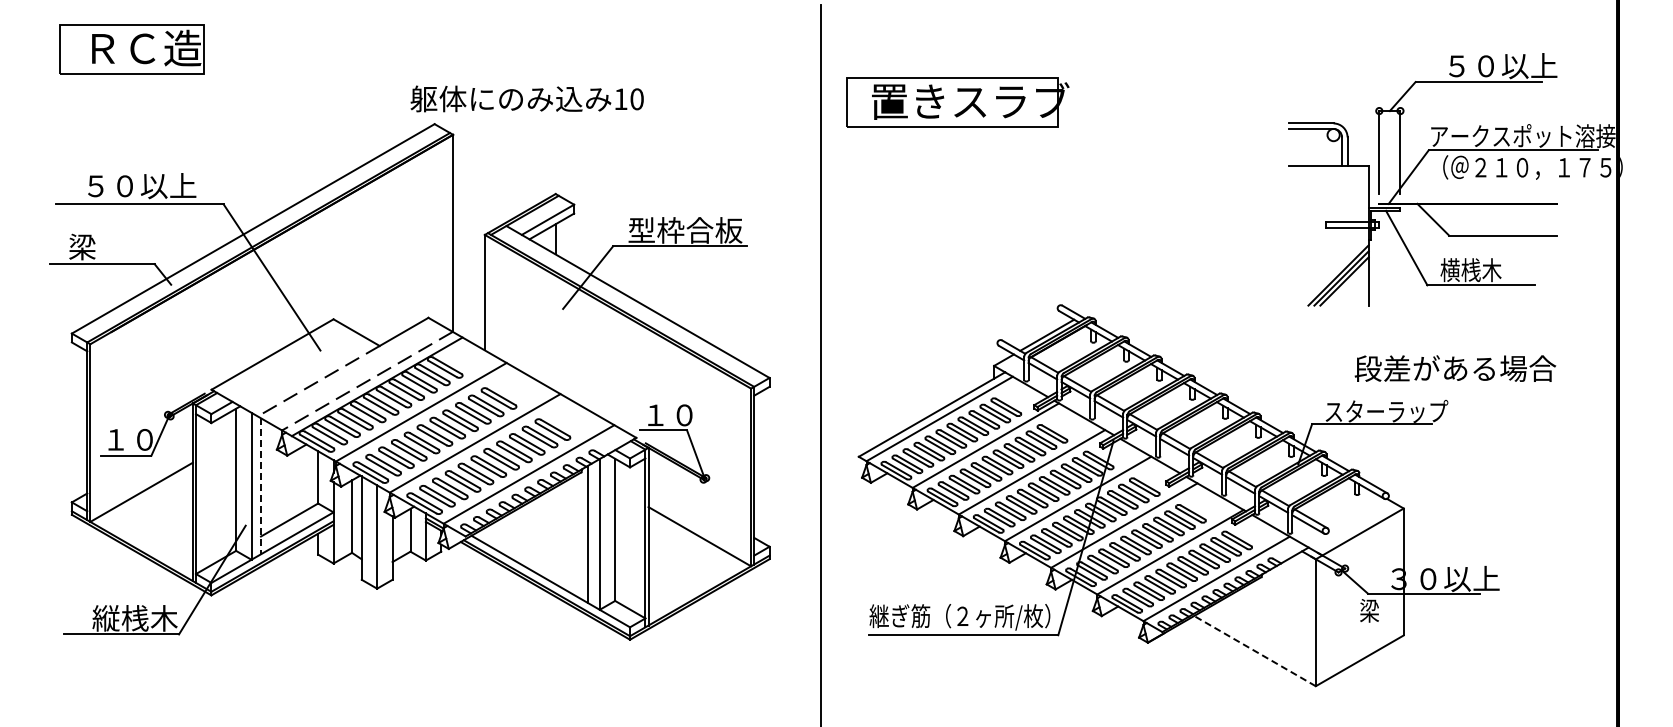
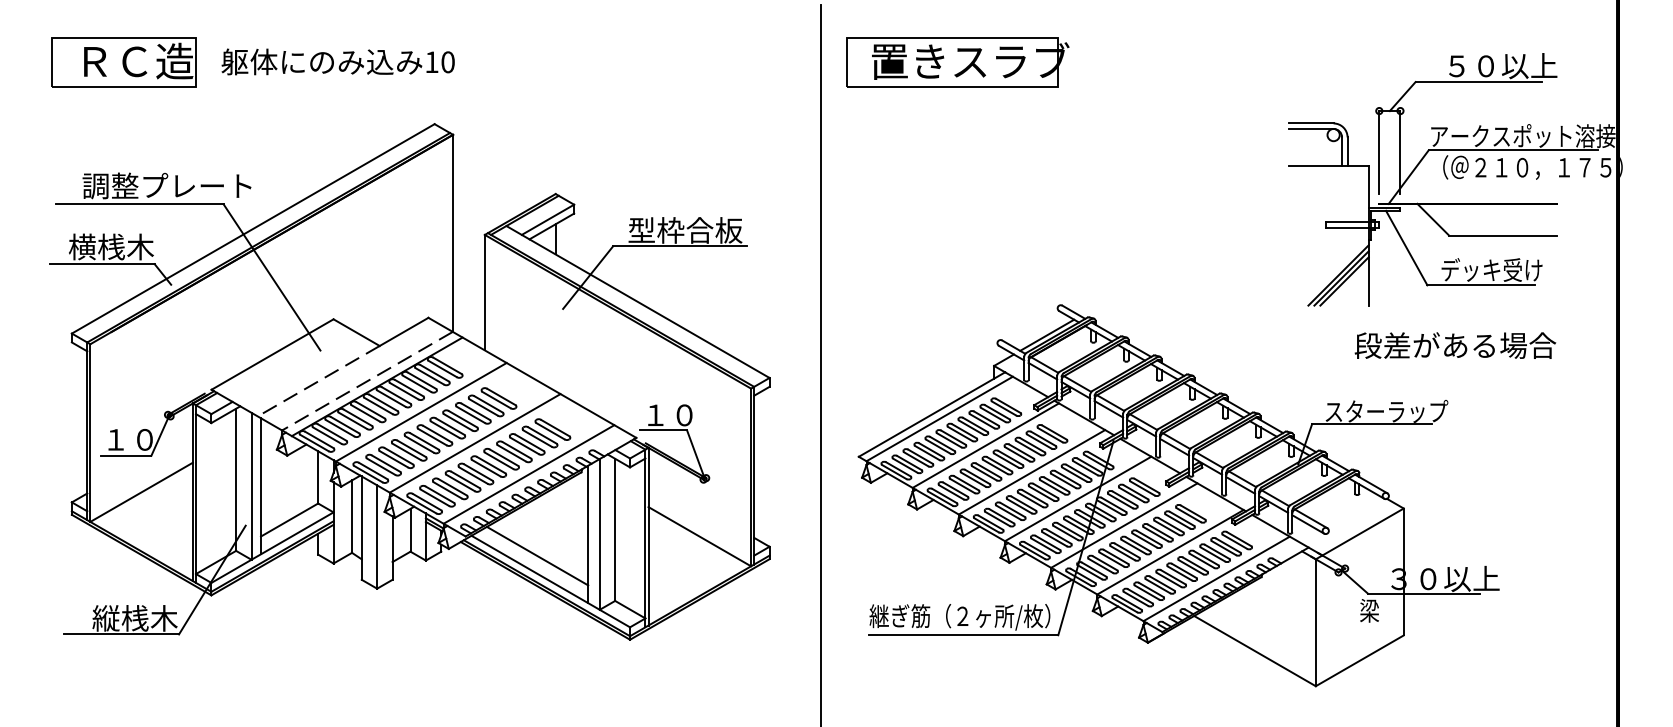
part at (131, 49) position: (131, 49) -> (123, 62)
text at (526, 98) position: (526, 98) -> (337, 61)
part at (957, 102) position: (957, 102) -> (957, 62)
text at (166, 185): ５０以上 -> 調整プレート
text at (111, 246): 梁 -> 横桟木
text at (1491, 270): 横桟木 -> デッキ受け
text at (1455, 368) position: (1455, 368) -> (1455, 345)
line at (261, 486): dashed -> solid
line at (537, 555): none -> present
line at (1254, 650): dashed -> solid
